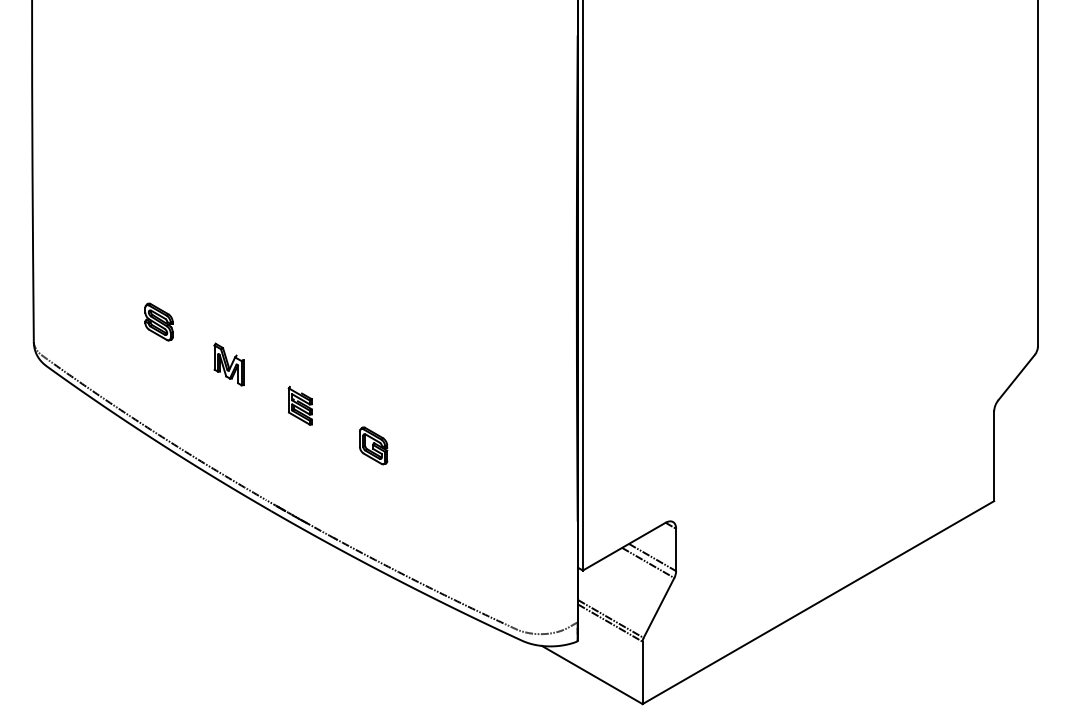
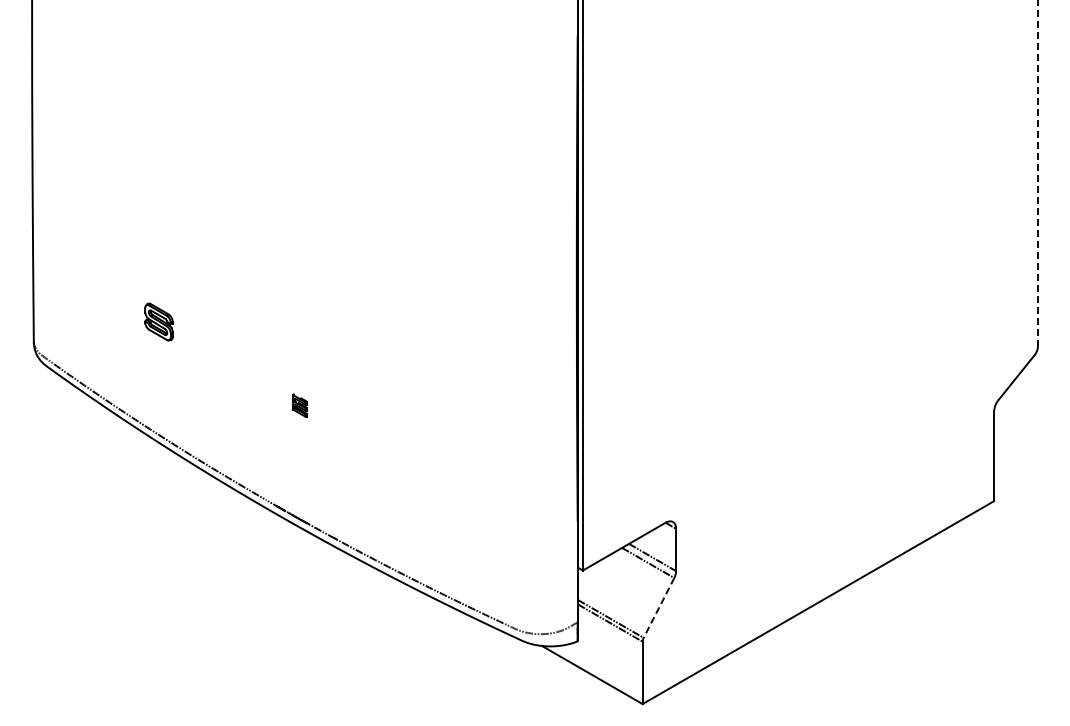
line at (1037, 173): solid -> dashed
part at (228, 364): present -> none
part at (299, 405) size: 26x41 px -> 17x25 px
part at (373, 445): present -> none
line at (659, 607): solid -> dashed
